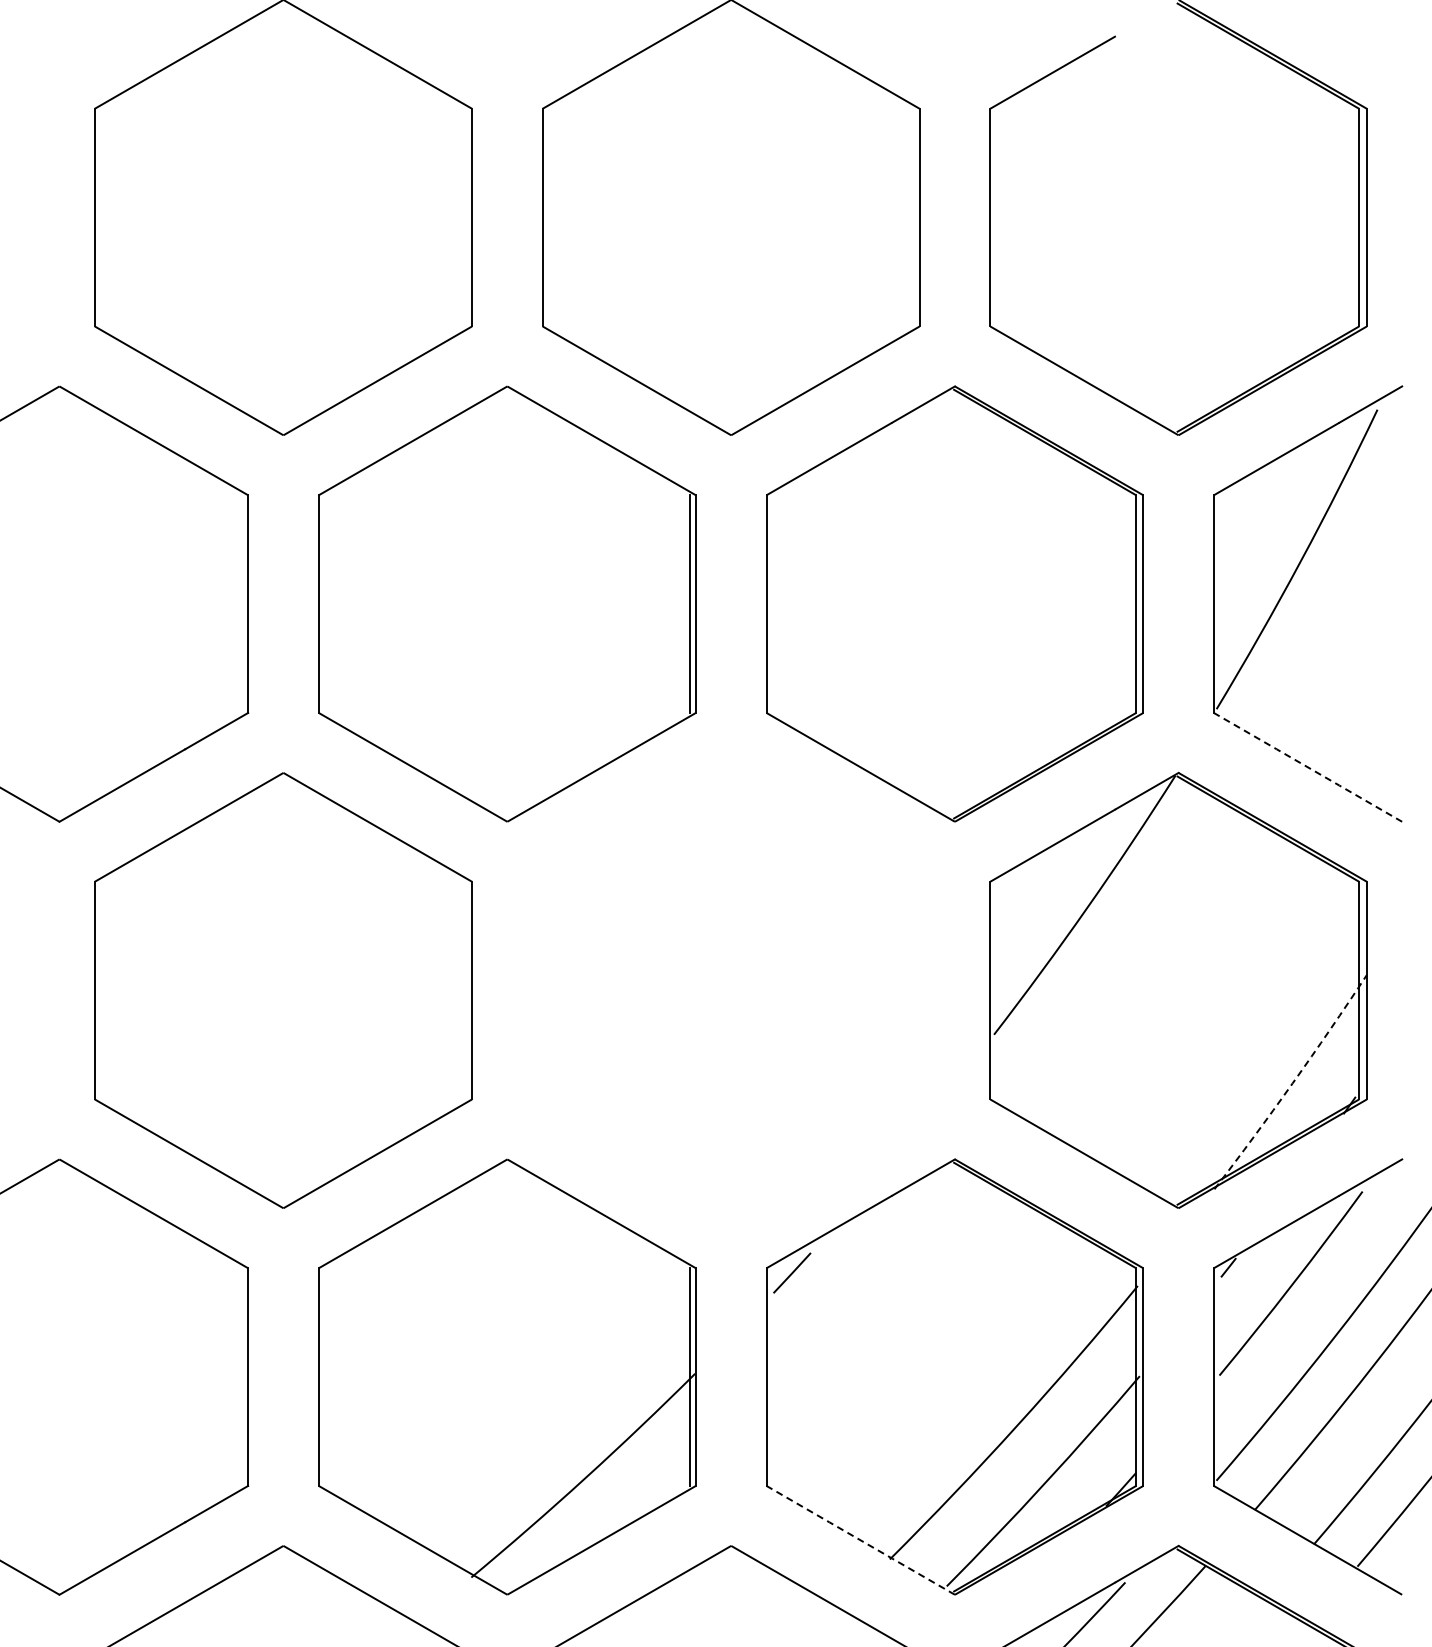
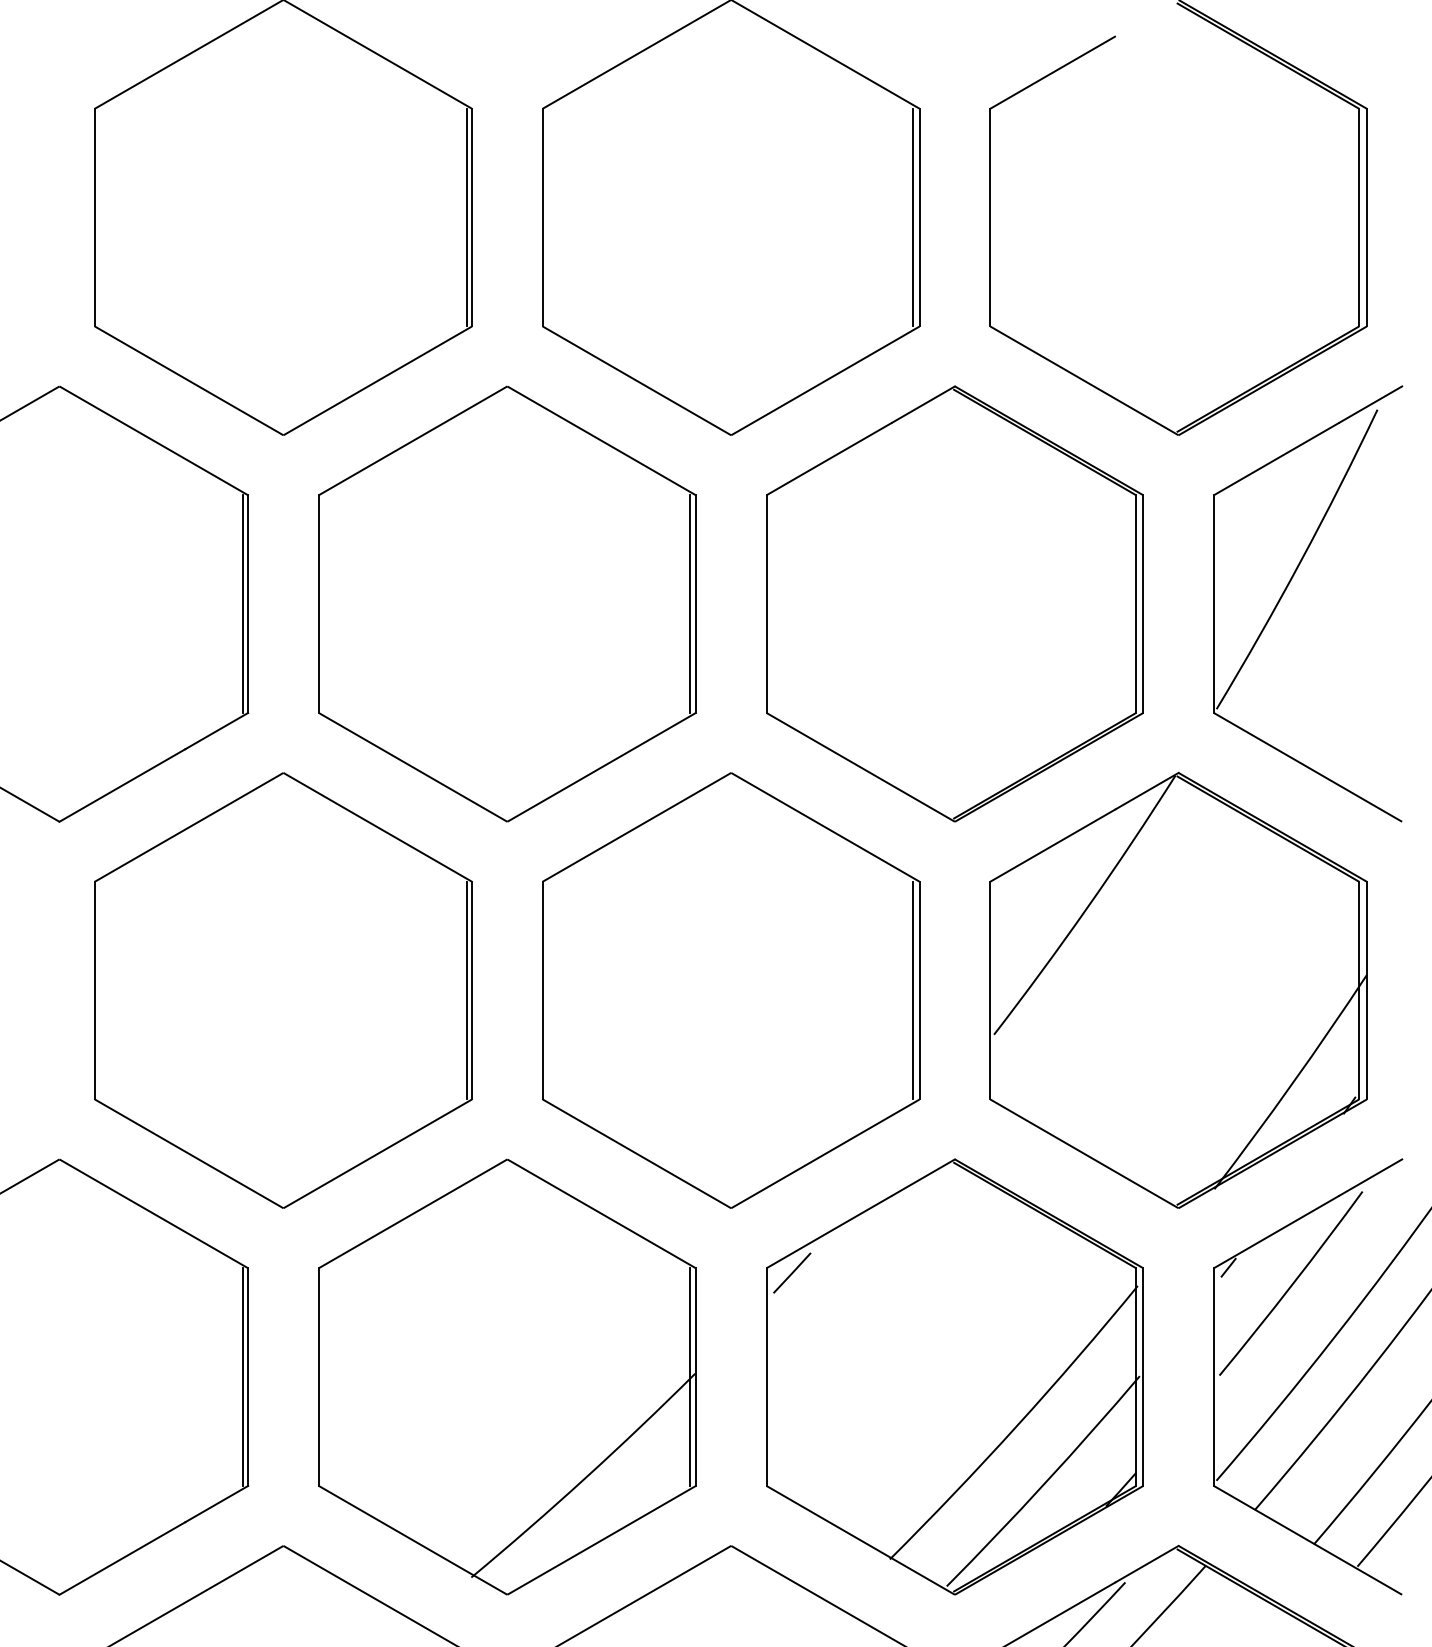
line at (466, 217): none -> present
line at (913, 217): none -> present
line at (243, 603): none -> present
line at (1307, 767): dashed -> solid
line at (466, 990): none -> present
part at (731, 990): none -> present
arc at (1292, 1083): dashed -> solid
line at (243, 1376): none -> present
line at (860, 1540): dashed -> solid
